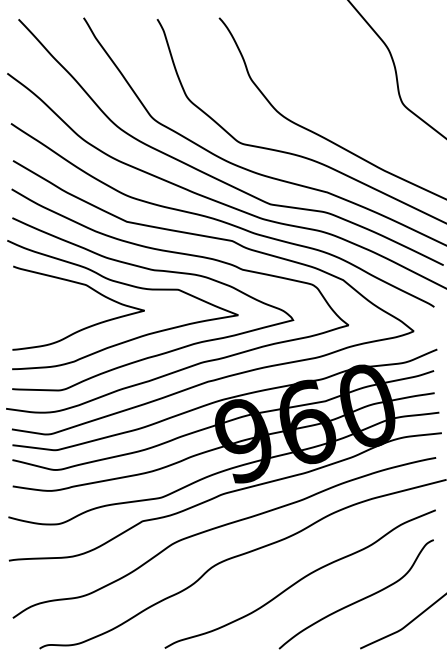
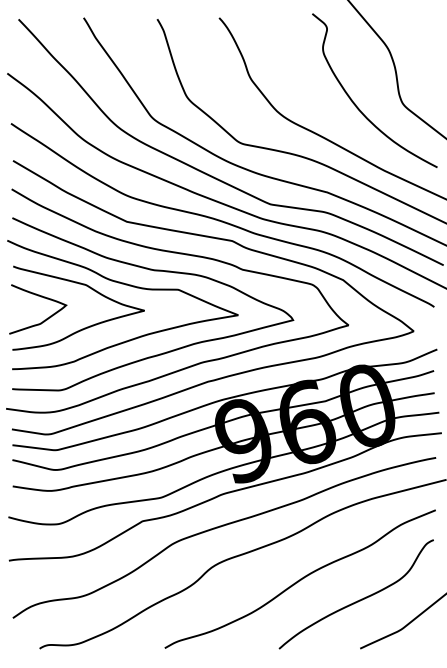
curve at (356, 104): none -> present
curve at (44, 319): none -> present
